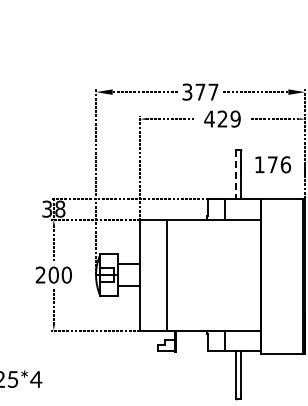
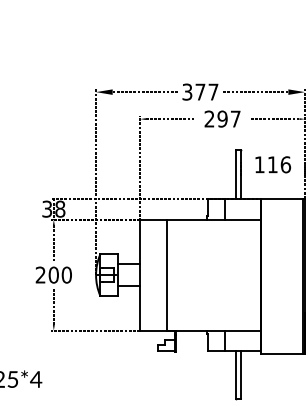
text at (222, 118): 429 -> 297
text at (272, 164): 176 -> 116
line at (236, 175): dashed -> solid
